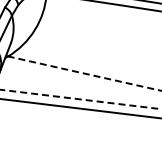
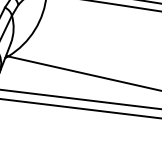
line at (84, 73): dashed -> solid
line at (80, 99): dashed -> solid
